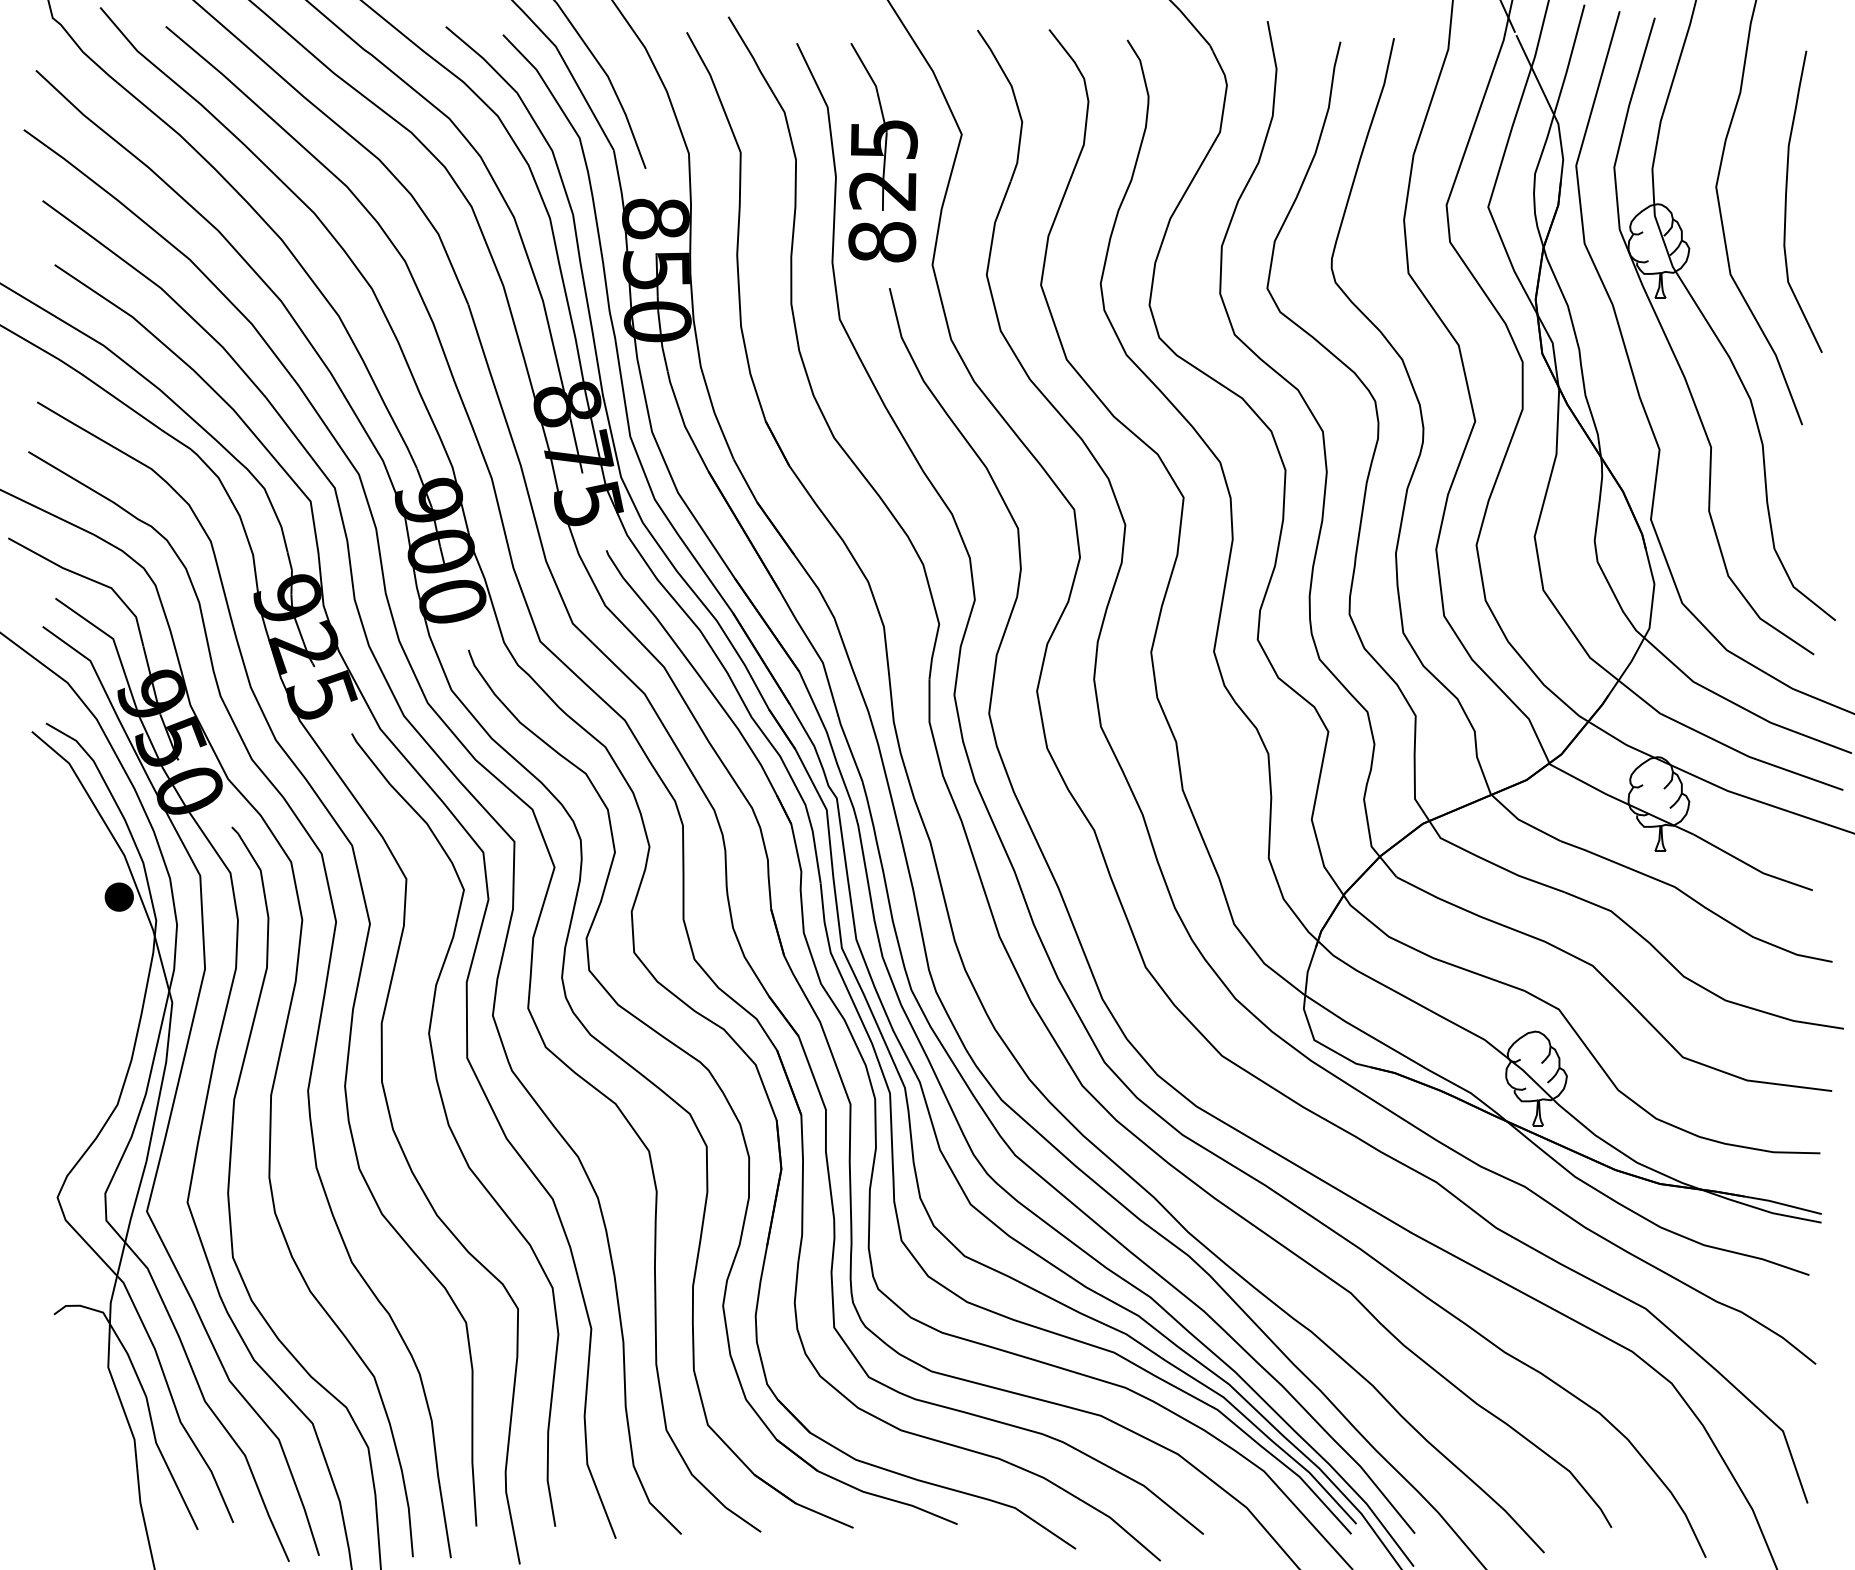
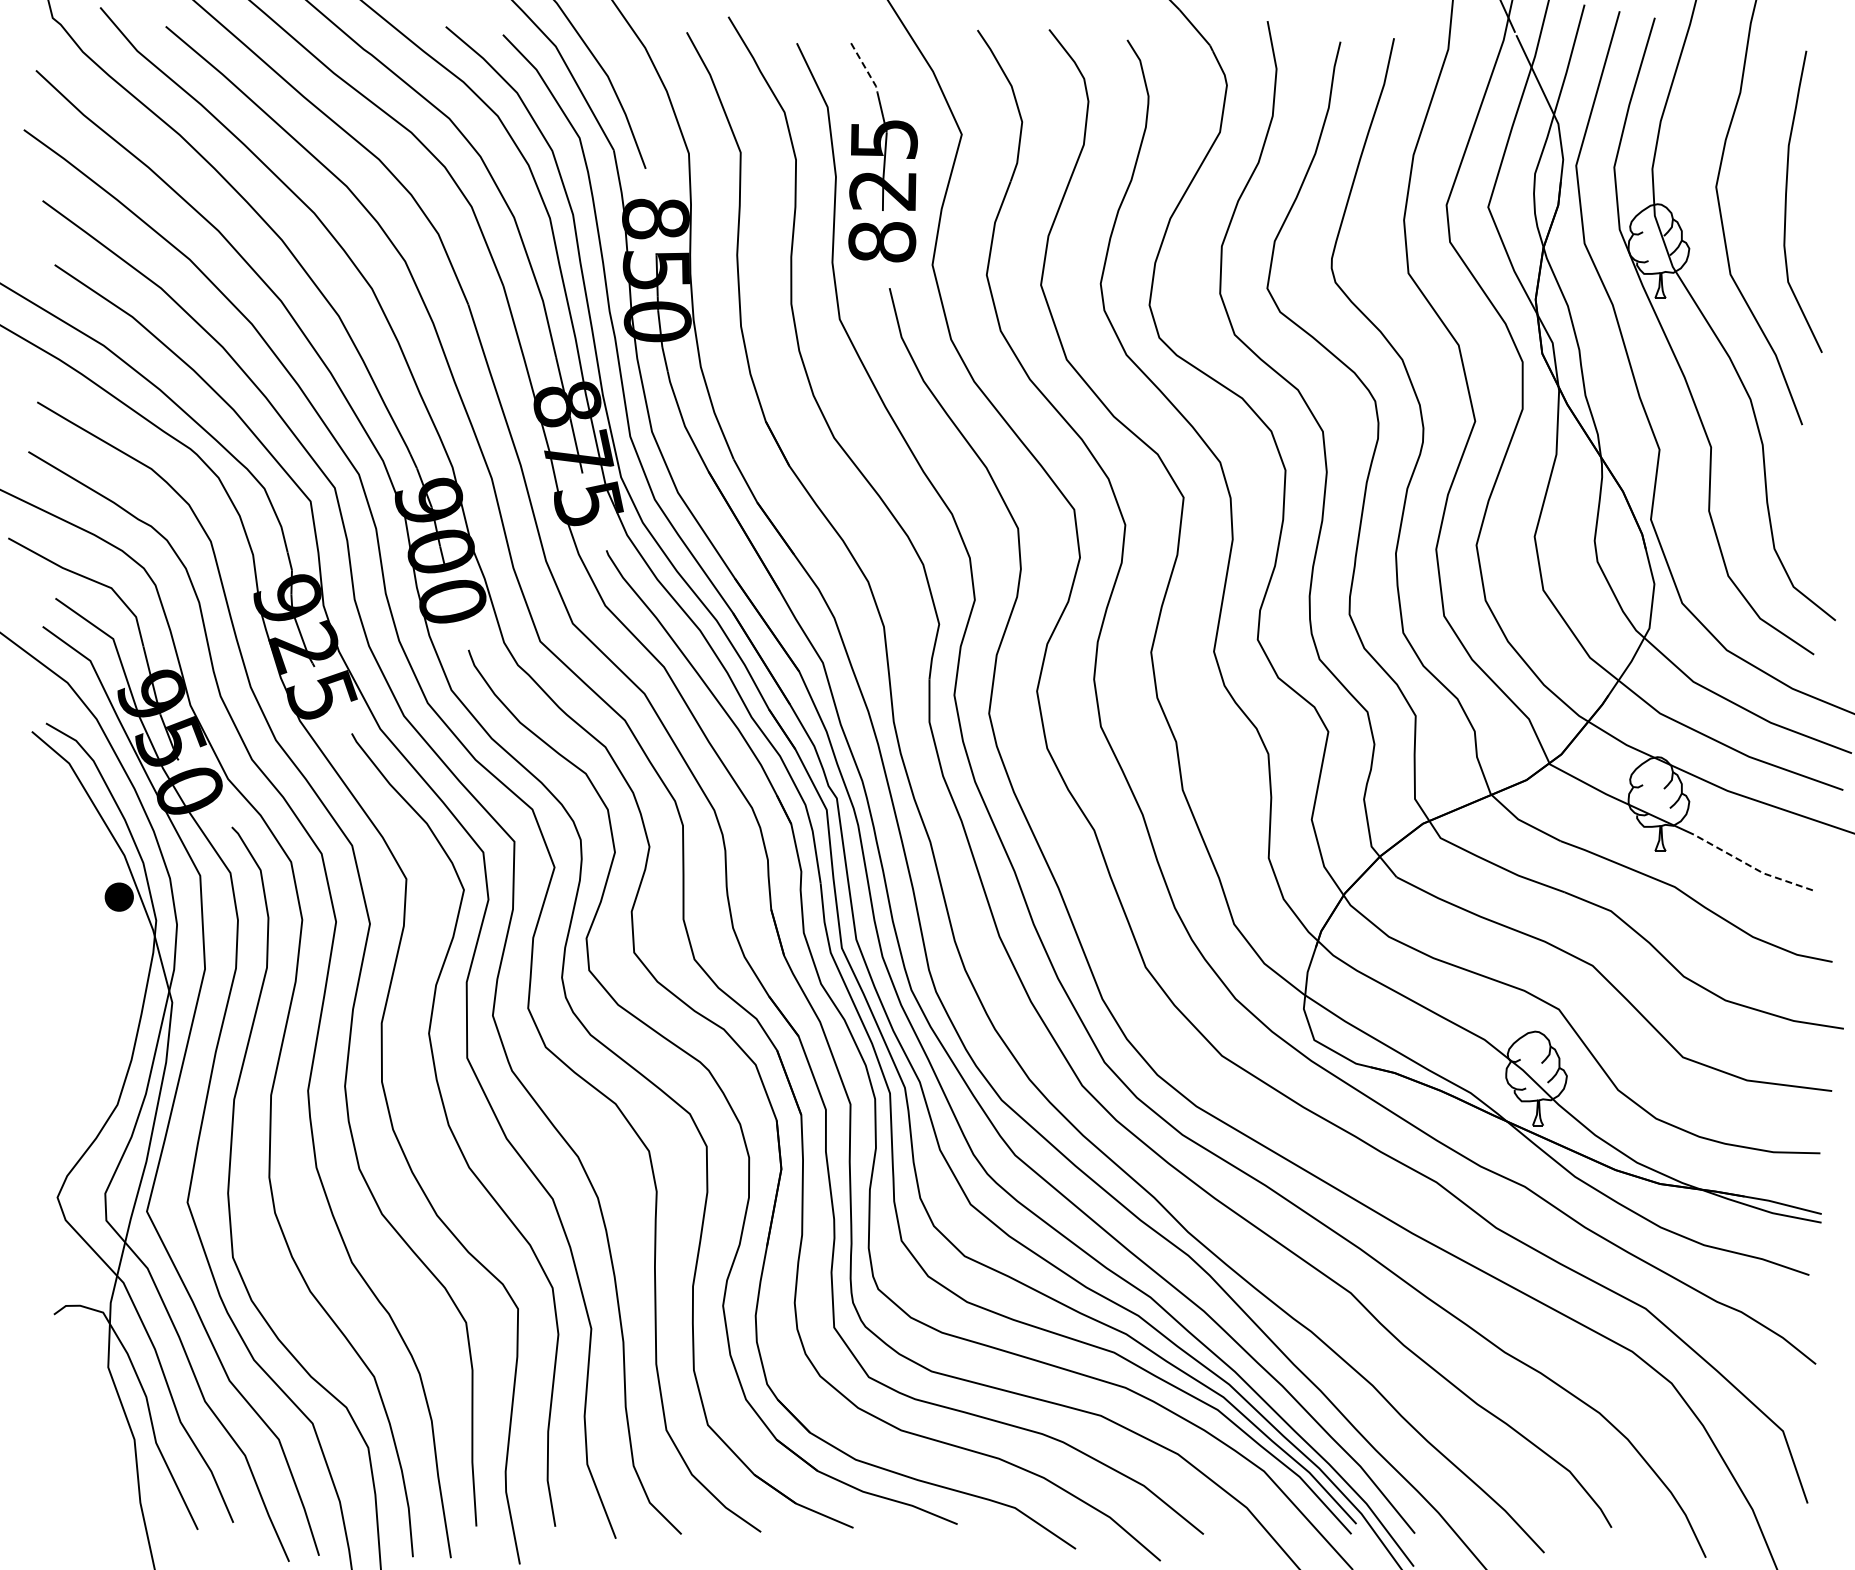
line at (865, 68): solid -> dashed
line at (1752, 867): solid -> dashed
